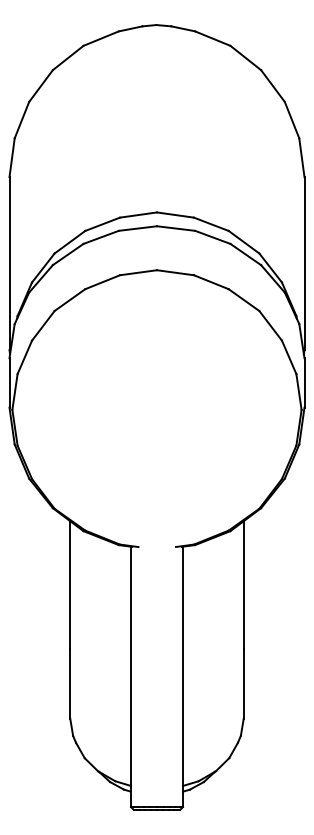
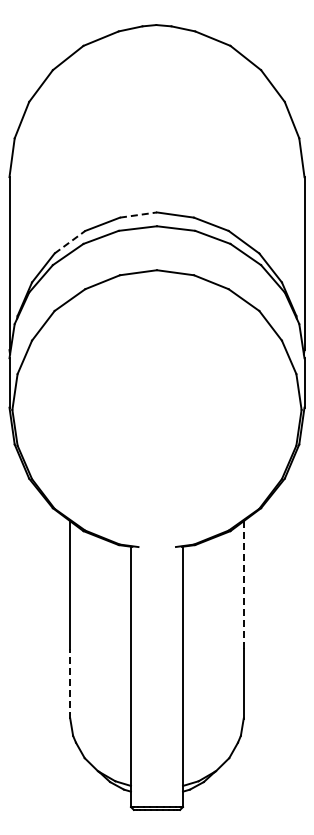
line at (138, 215): solid -> dashed
line at (70, 241): solid -> dashed
line at (243, 585): solid -> dashed
line at (70, 683): solid -> dashed
